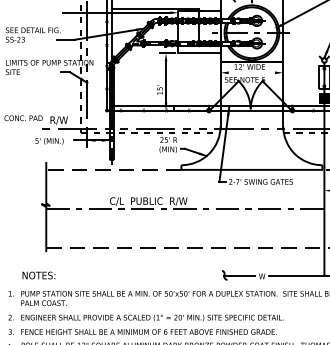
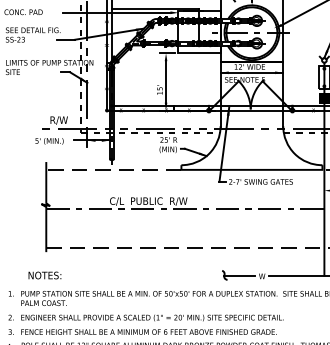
line at (251, 72): none -> present
text at (23, 118) position: (23, 118) -> (23, 12)
text at (38, 275) position: (38, 275) -> (44, 275)
